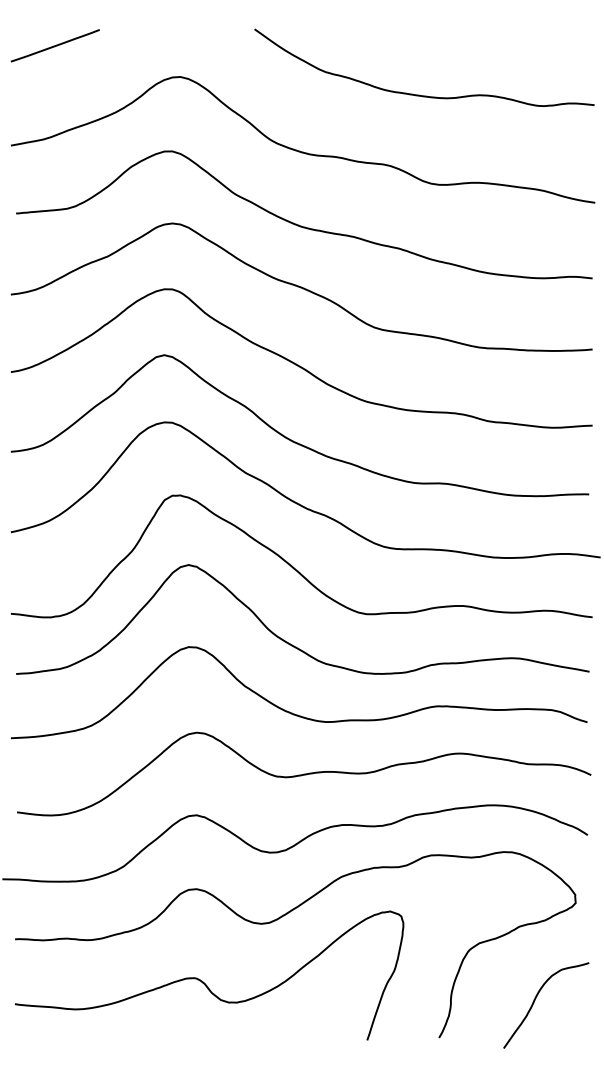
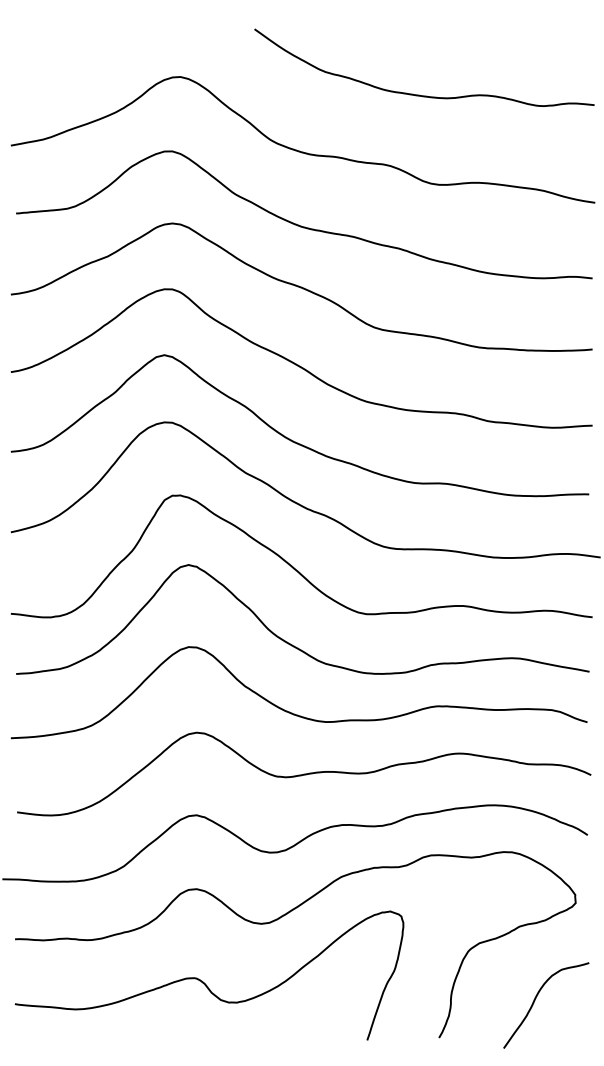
line at (54, 45): present -> none
